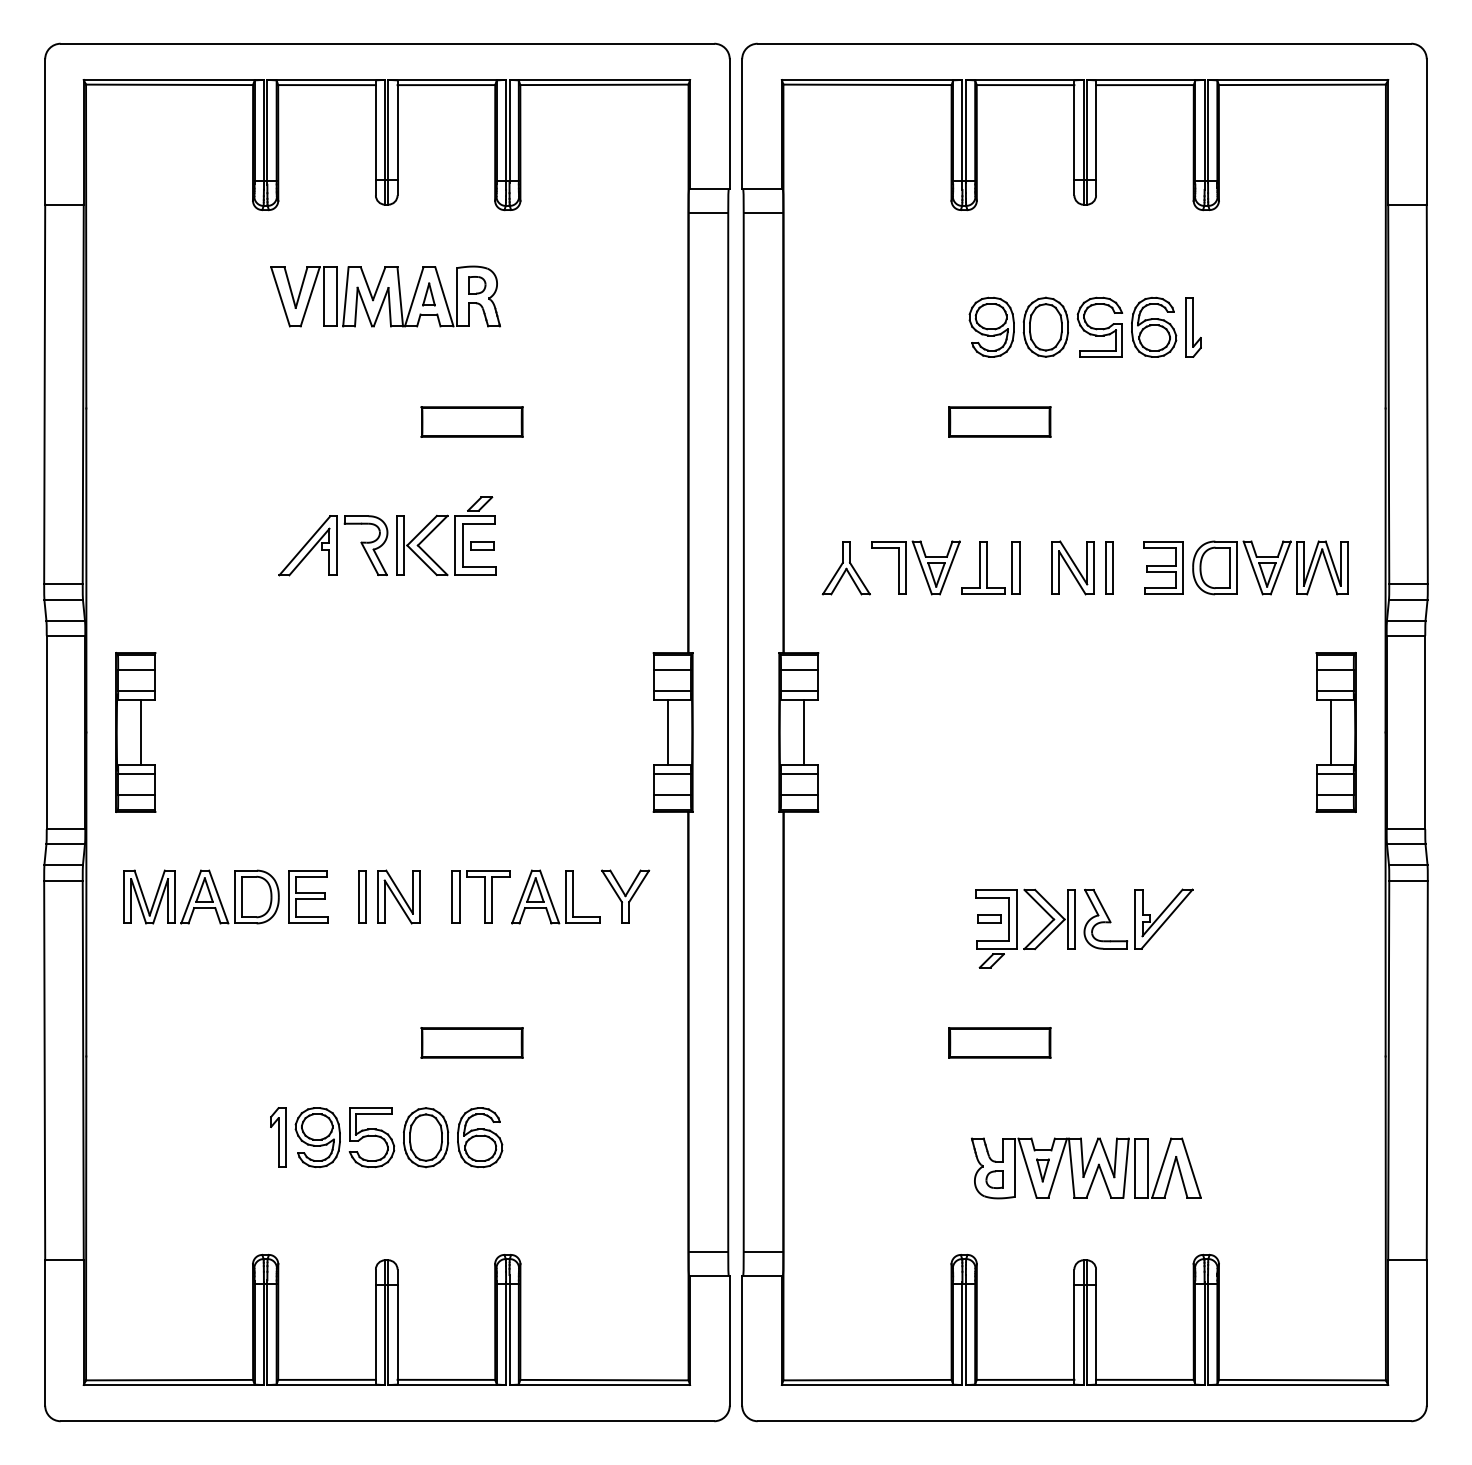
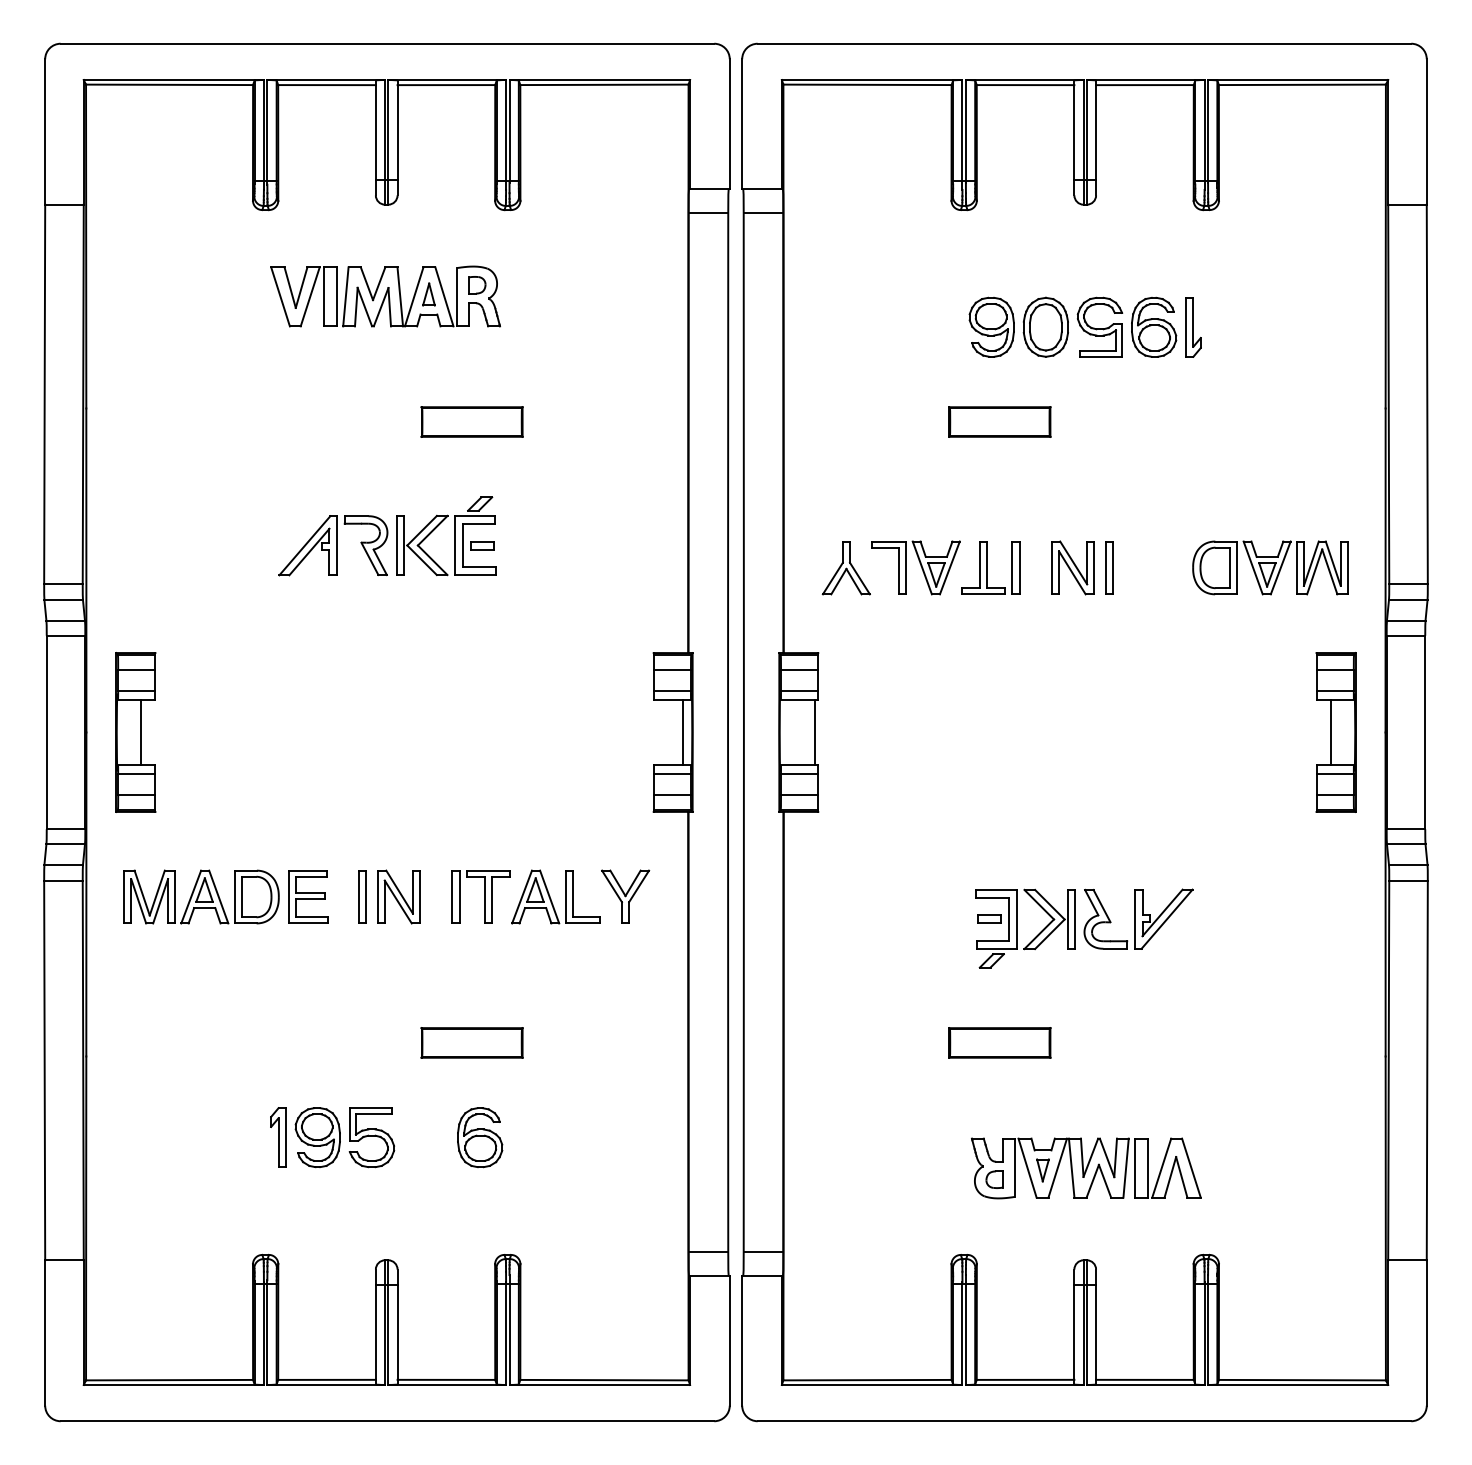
part at (1163, 567): present -> none
line at (668, 732) position: (668, 732) -> (683, 732)
line at (803, 732) position: (803, 732) -> (814, 732)
part at (426, 1137): present -> none
